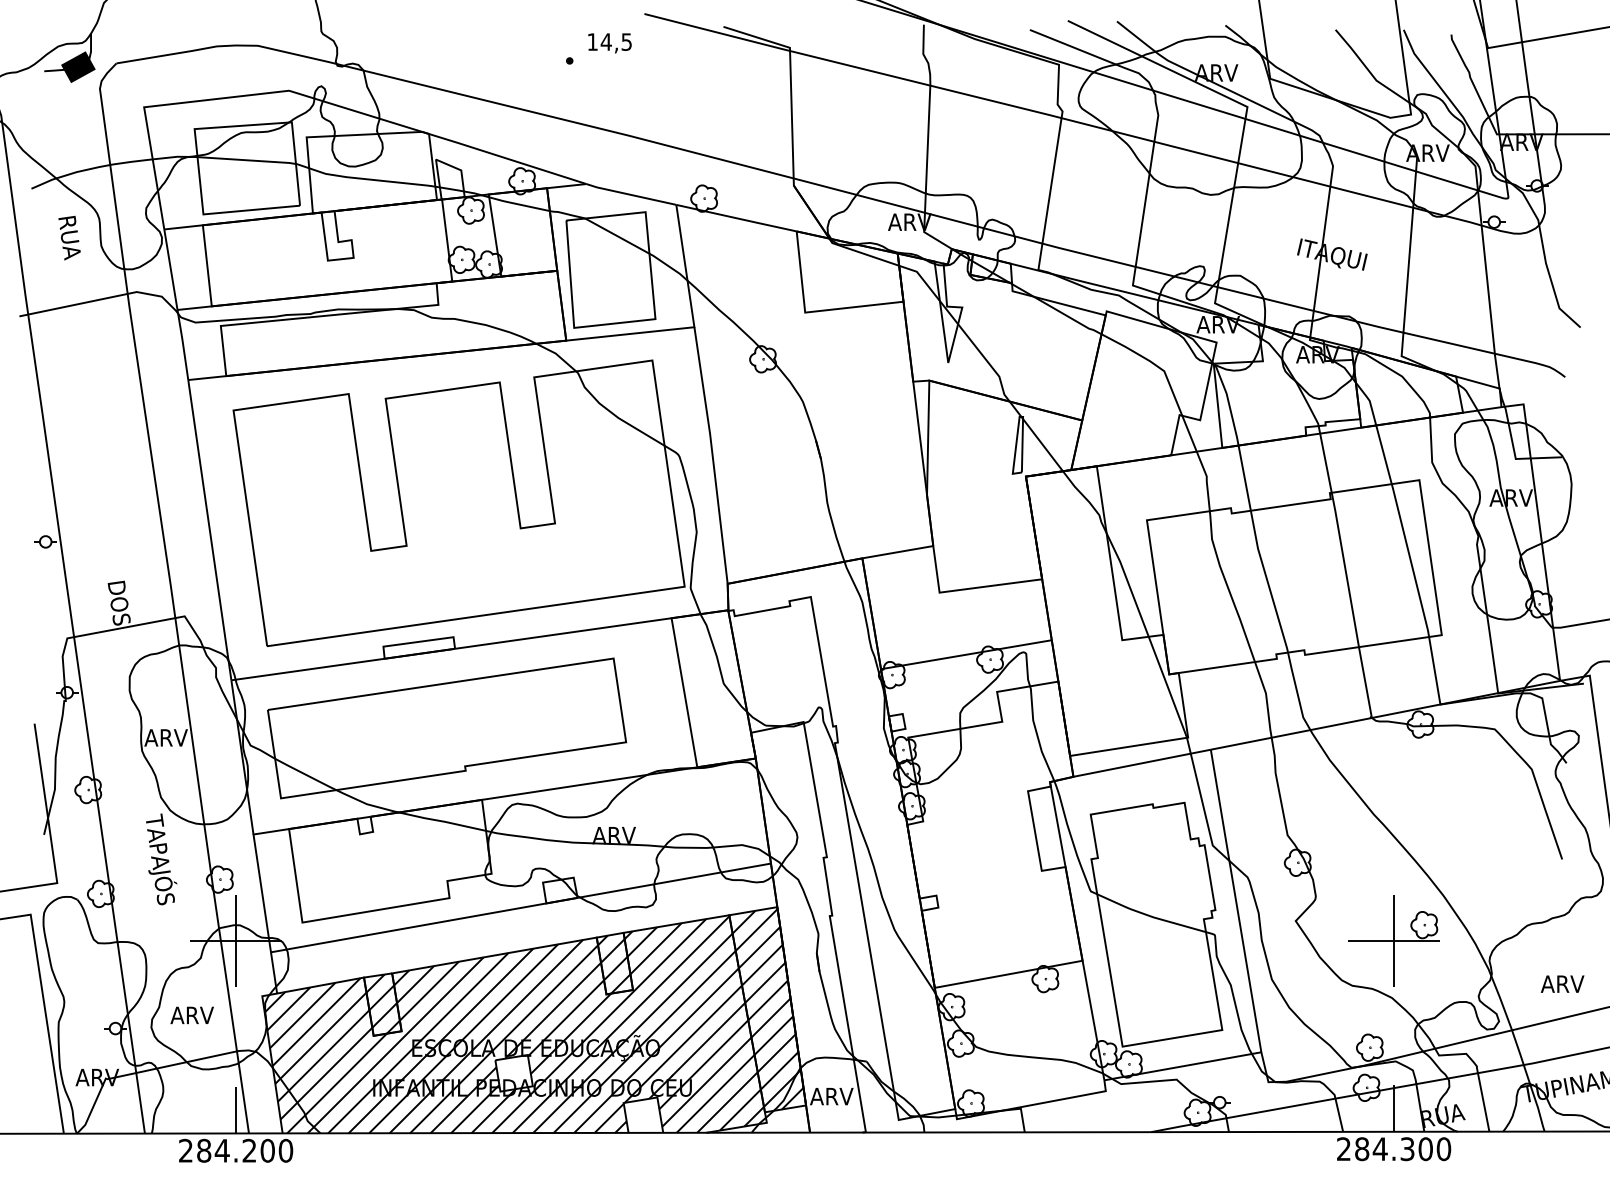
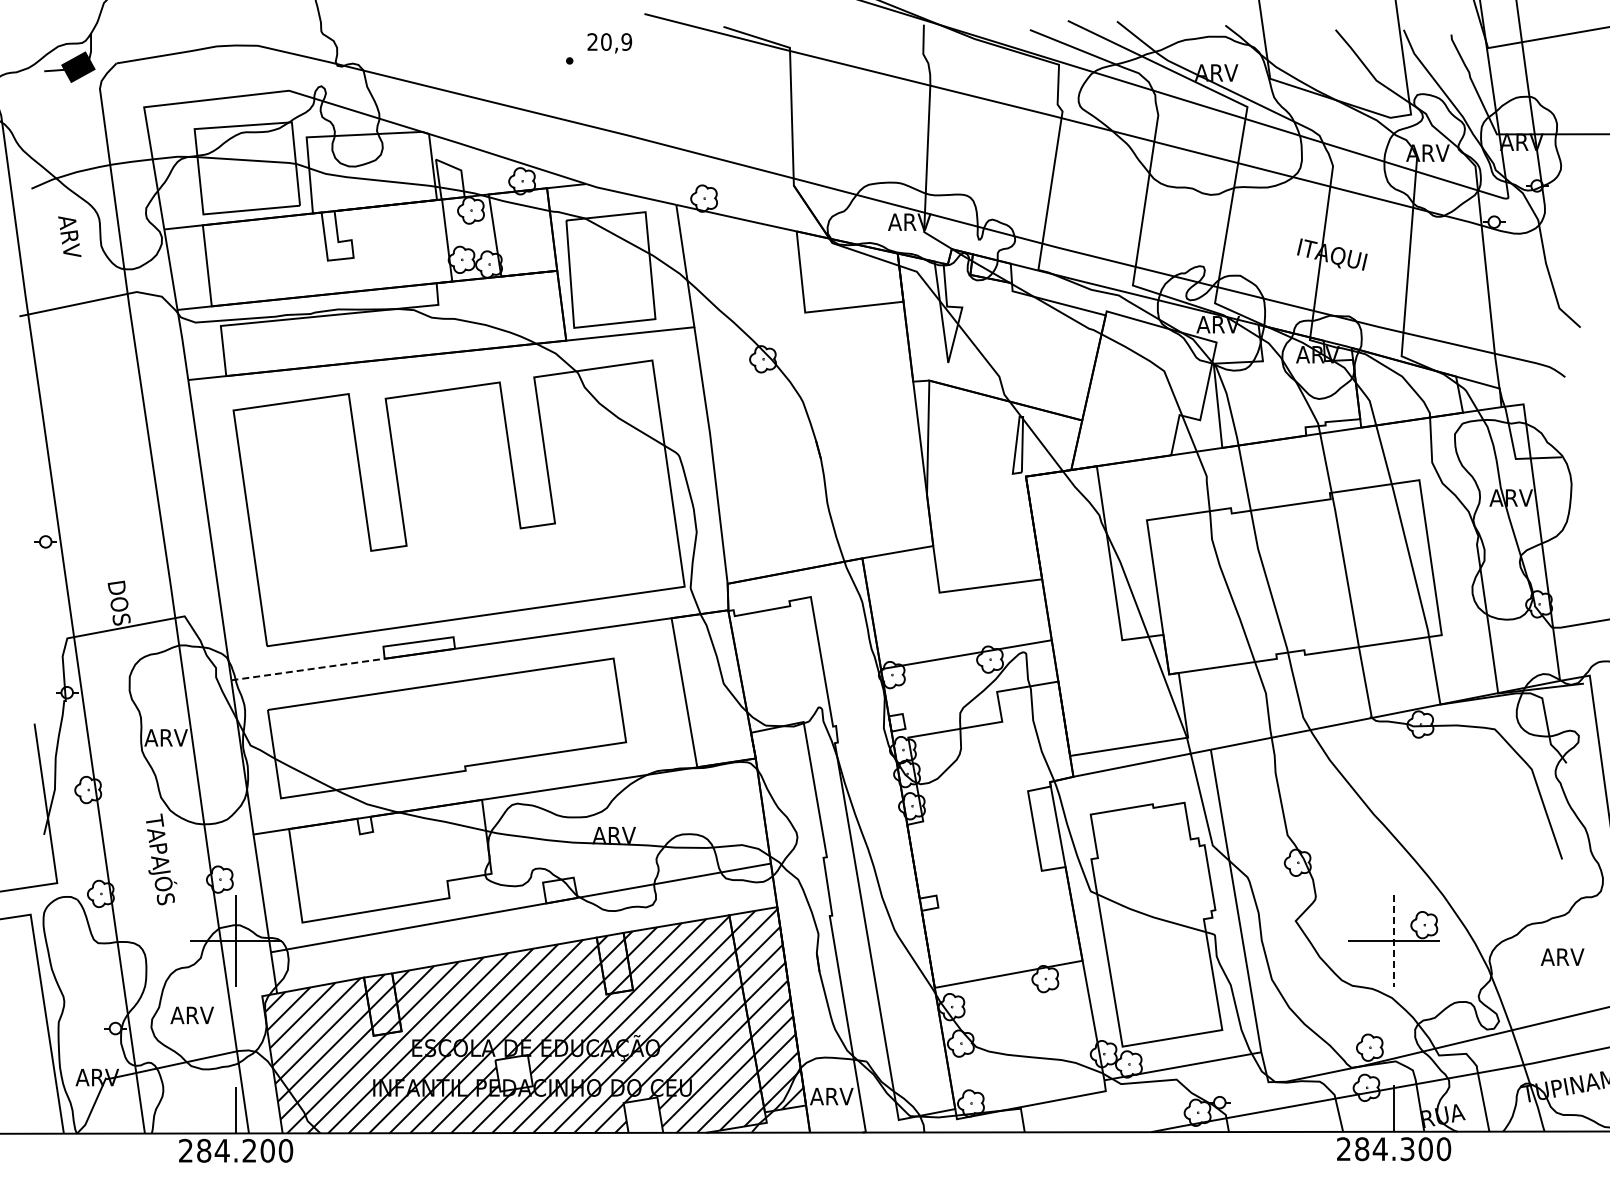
text at (609, 41): 14,5 -> 20,9
text at (69, 237): RUA -> ARV
line at (308, 669): solid -> dashed
line at (1394, 941): solid -> dashed
text at (1562, 983) position: (1562, 983) -> (1562, 956)
